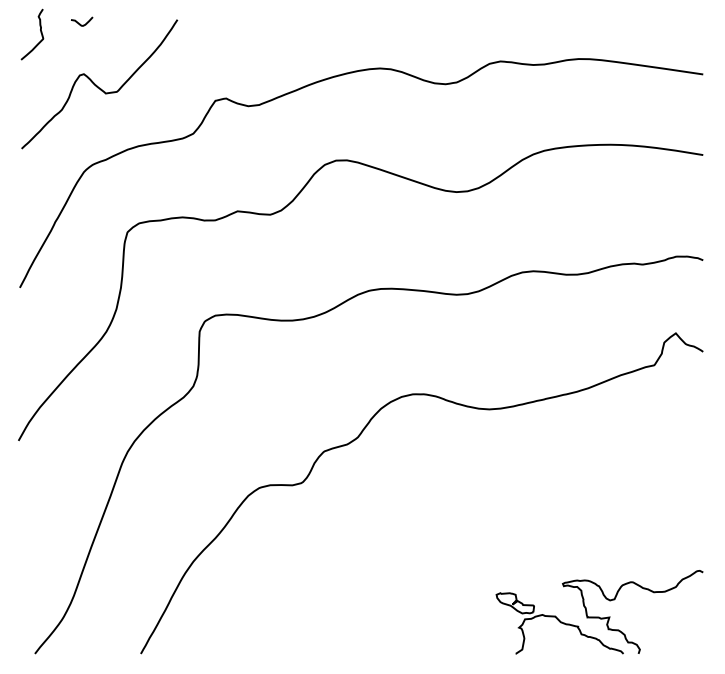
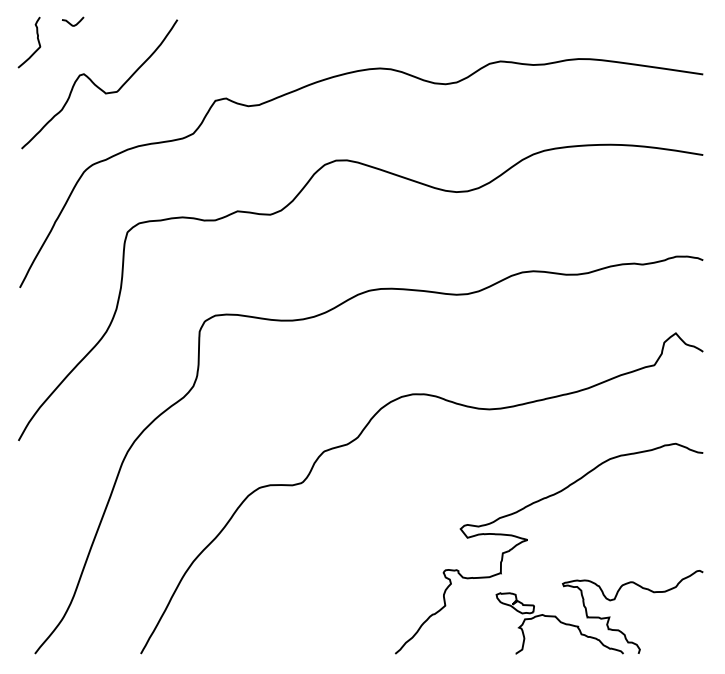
curve at (80, 23) position: (80, 23) -> (71, 23)
curve at (40, 33) position: (40, 33) -> (37, 41)
curve at (527, 540): none -> present
